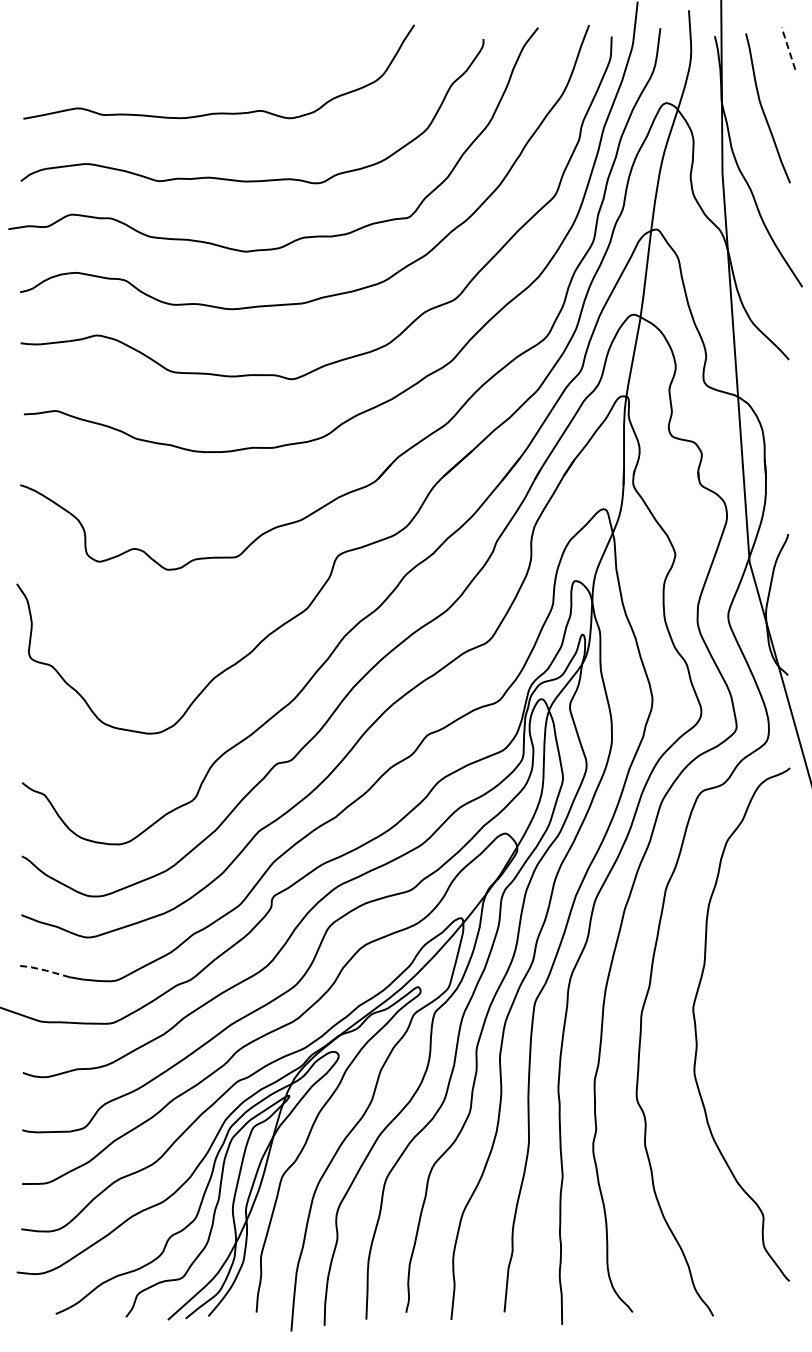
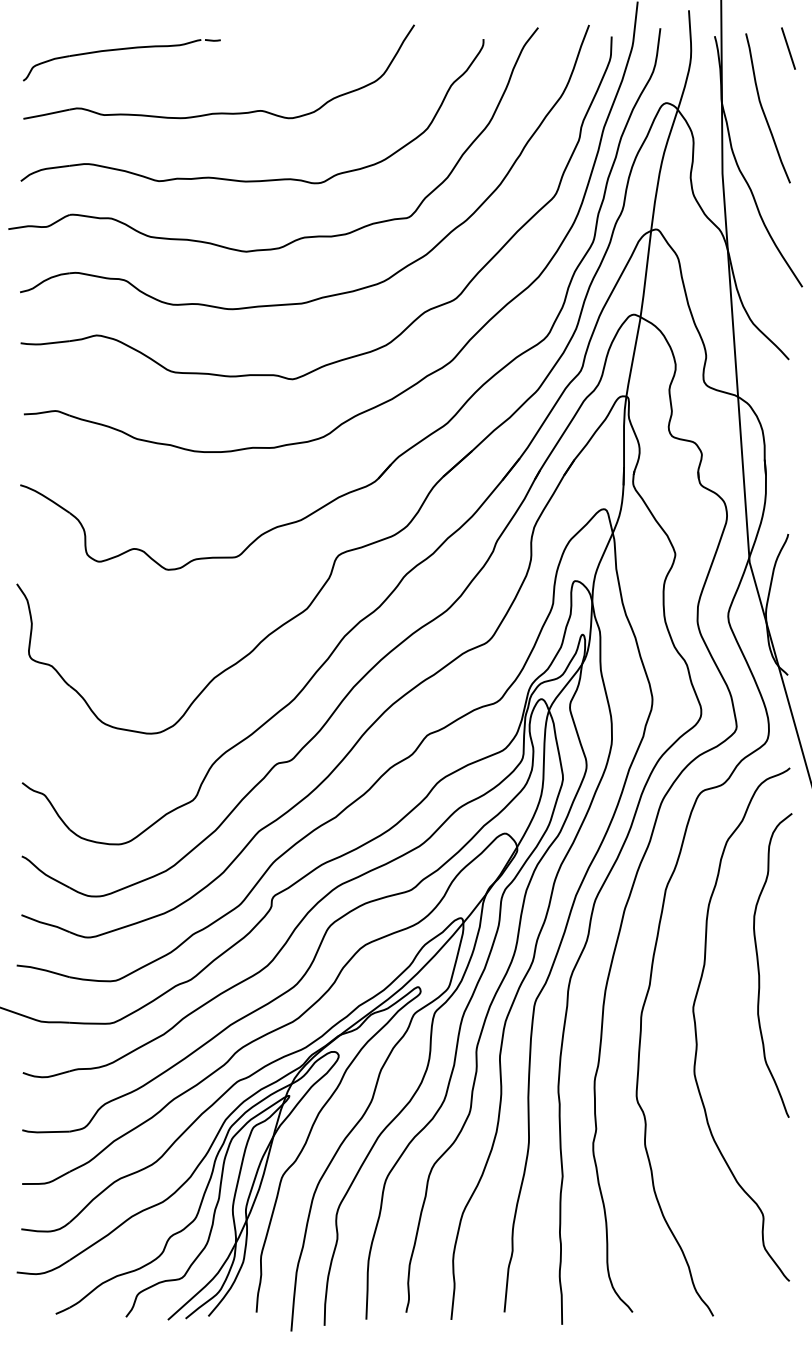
line at (788, 48): dashed -> solid
part at (120, 50): none -> present
curve at (759, 965): none -> present
line at (43, 969): dashed -> solid
